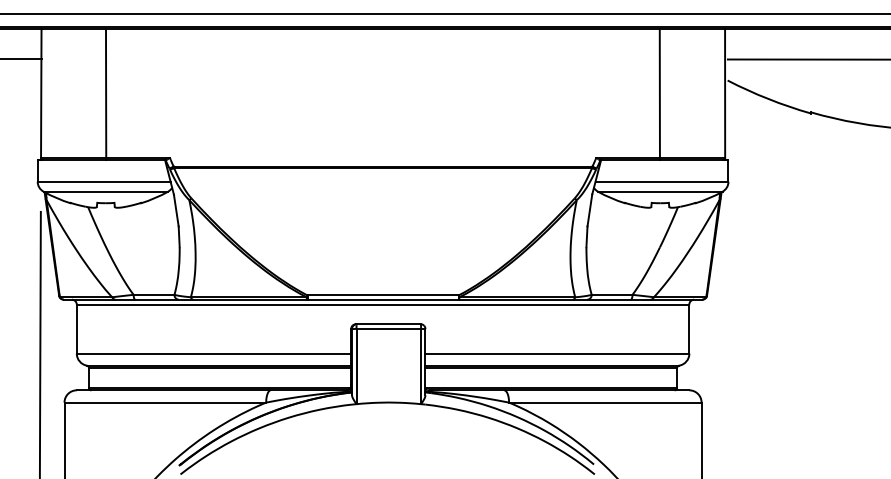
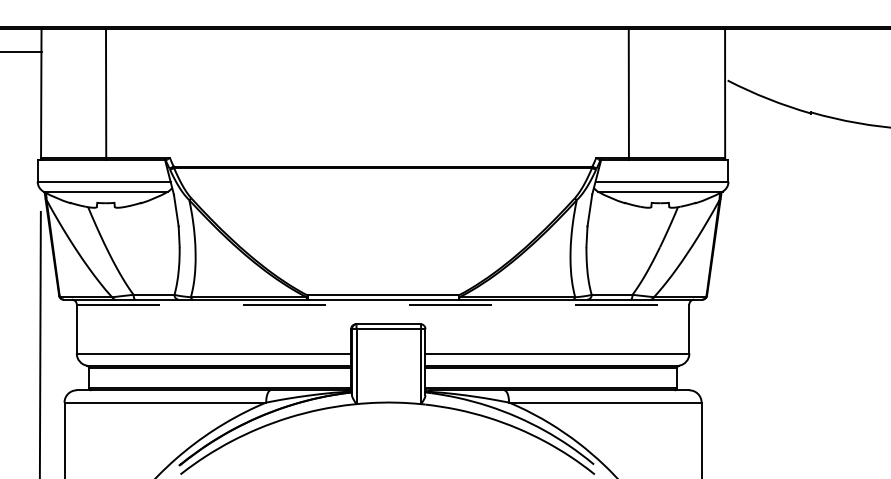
line at (444, 14): present -> none
line at (21, 59) position: (21, 59) -> (21, 52)
line at (807, 59): present -> none
line at (659, 94) position: (659, 94) -> (628, 94)
line at (383, 304): solid -> dashed
